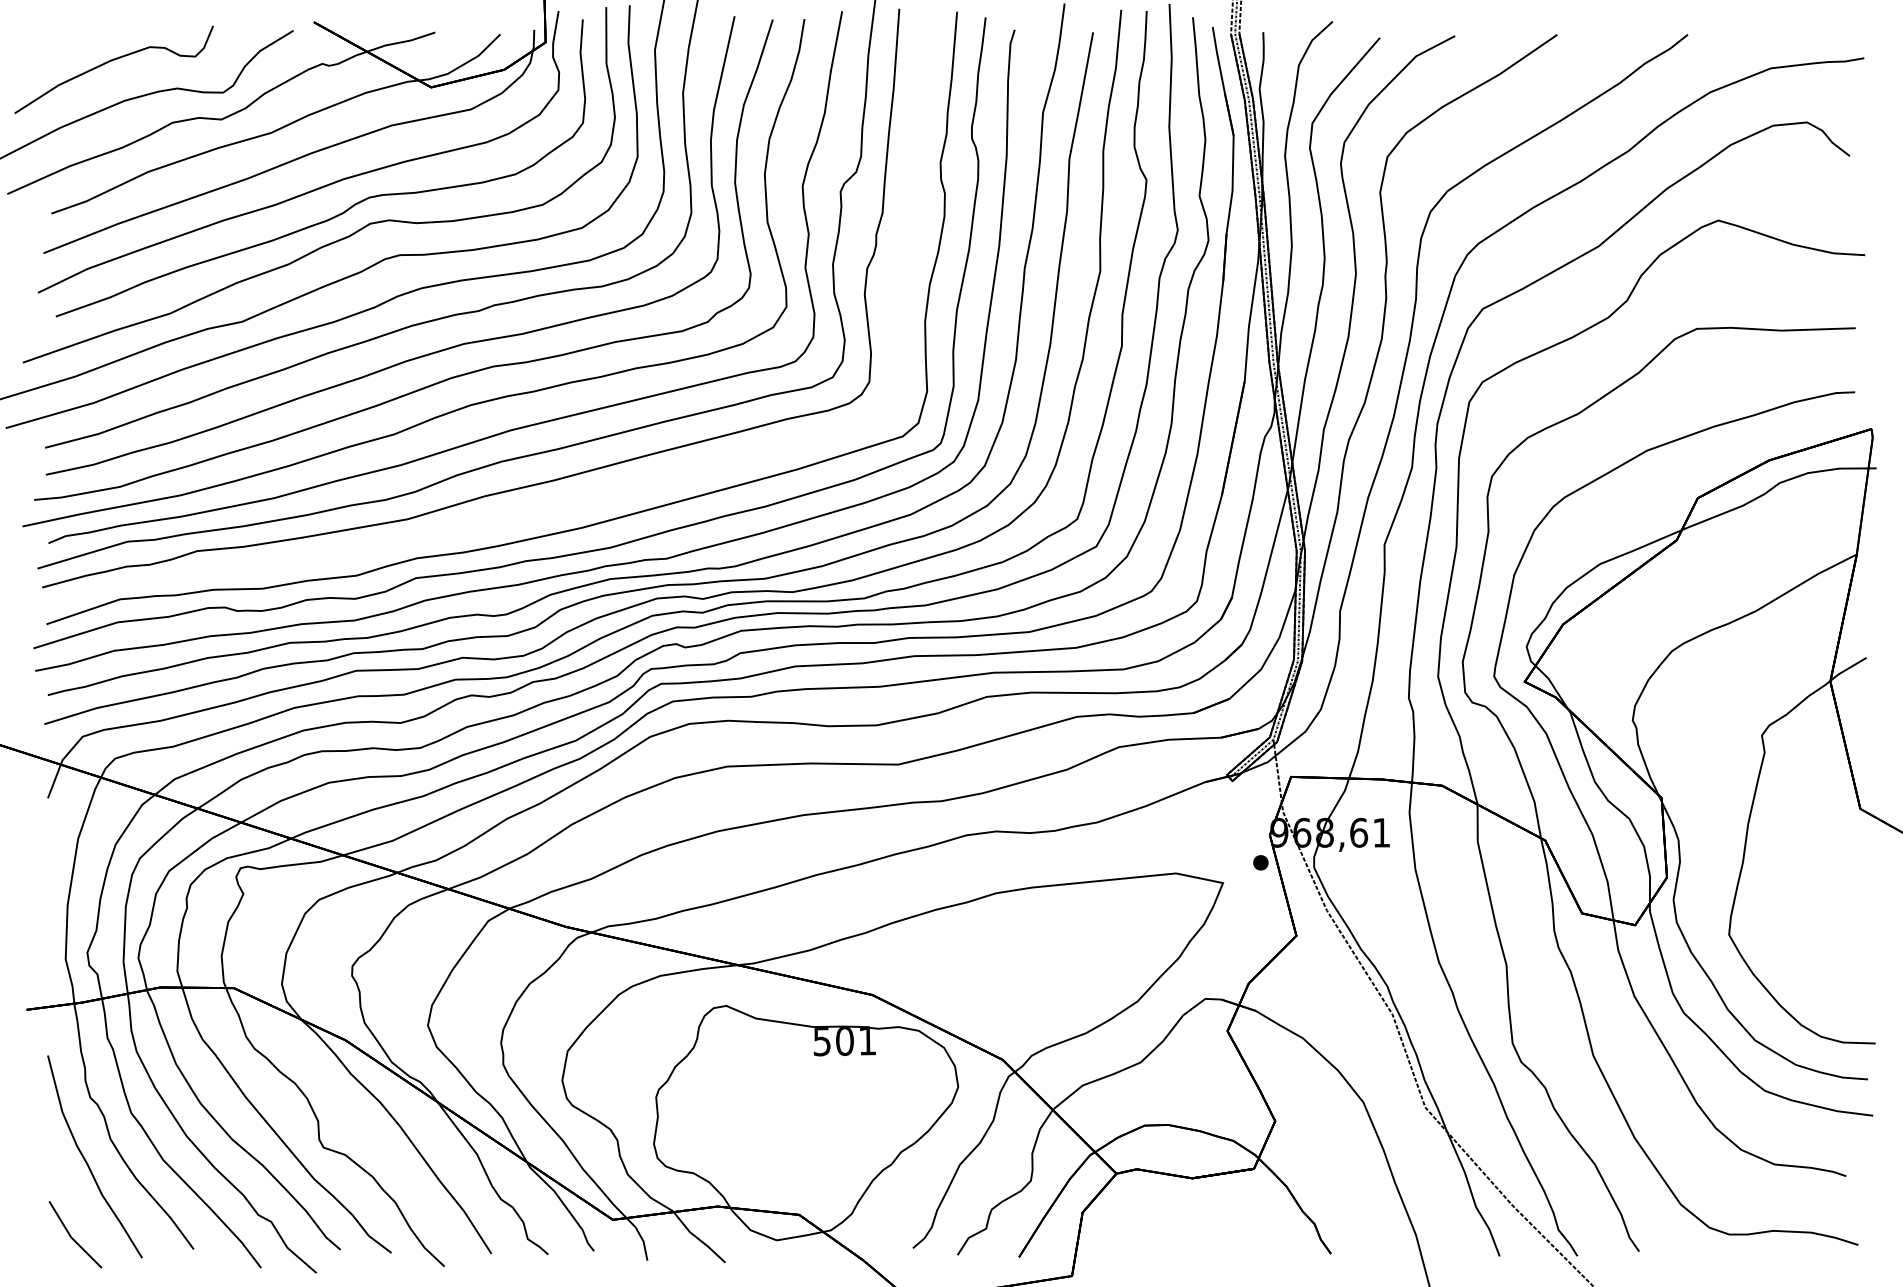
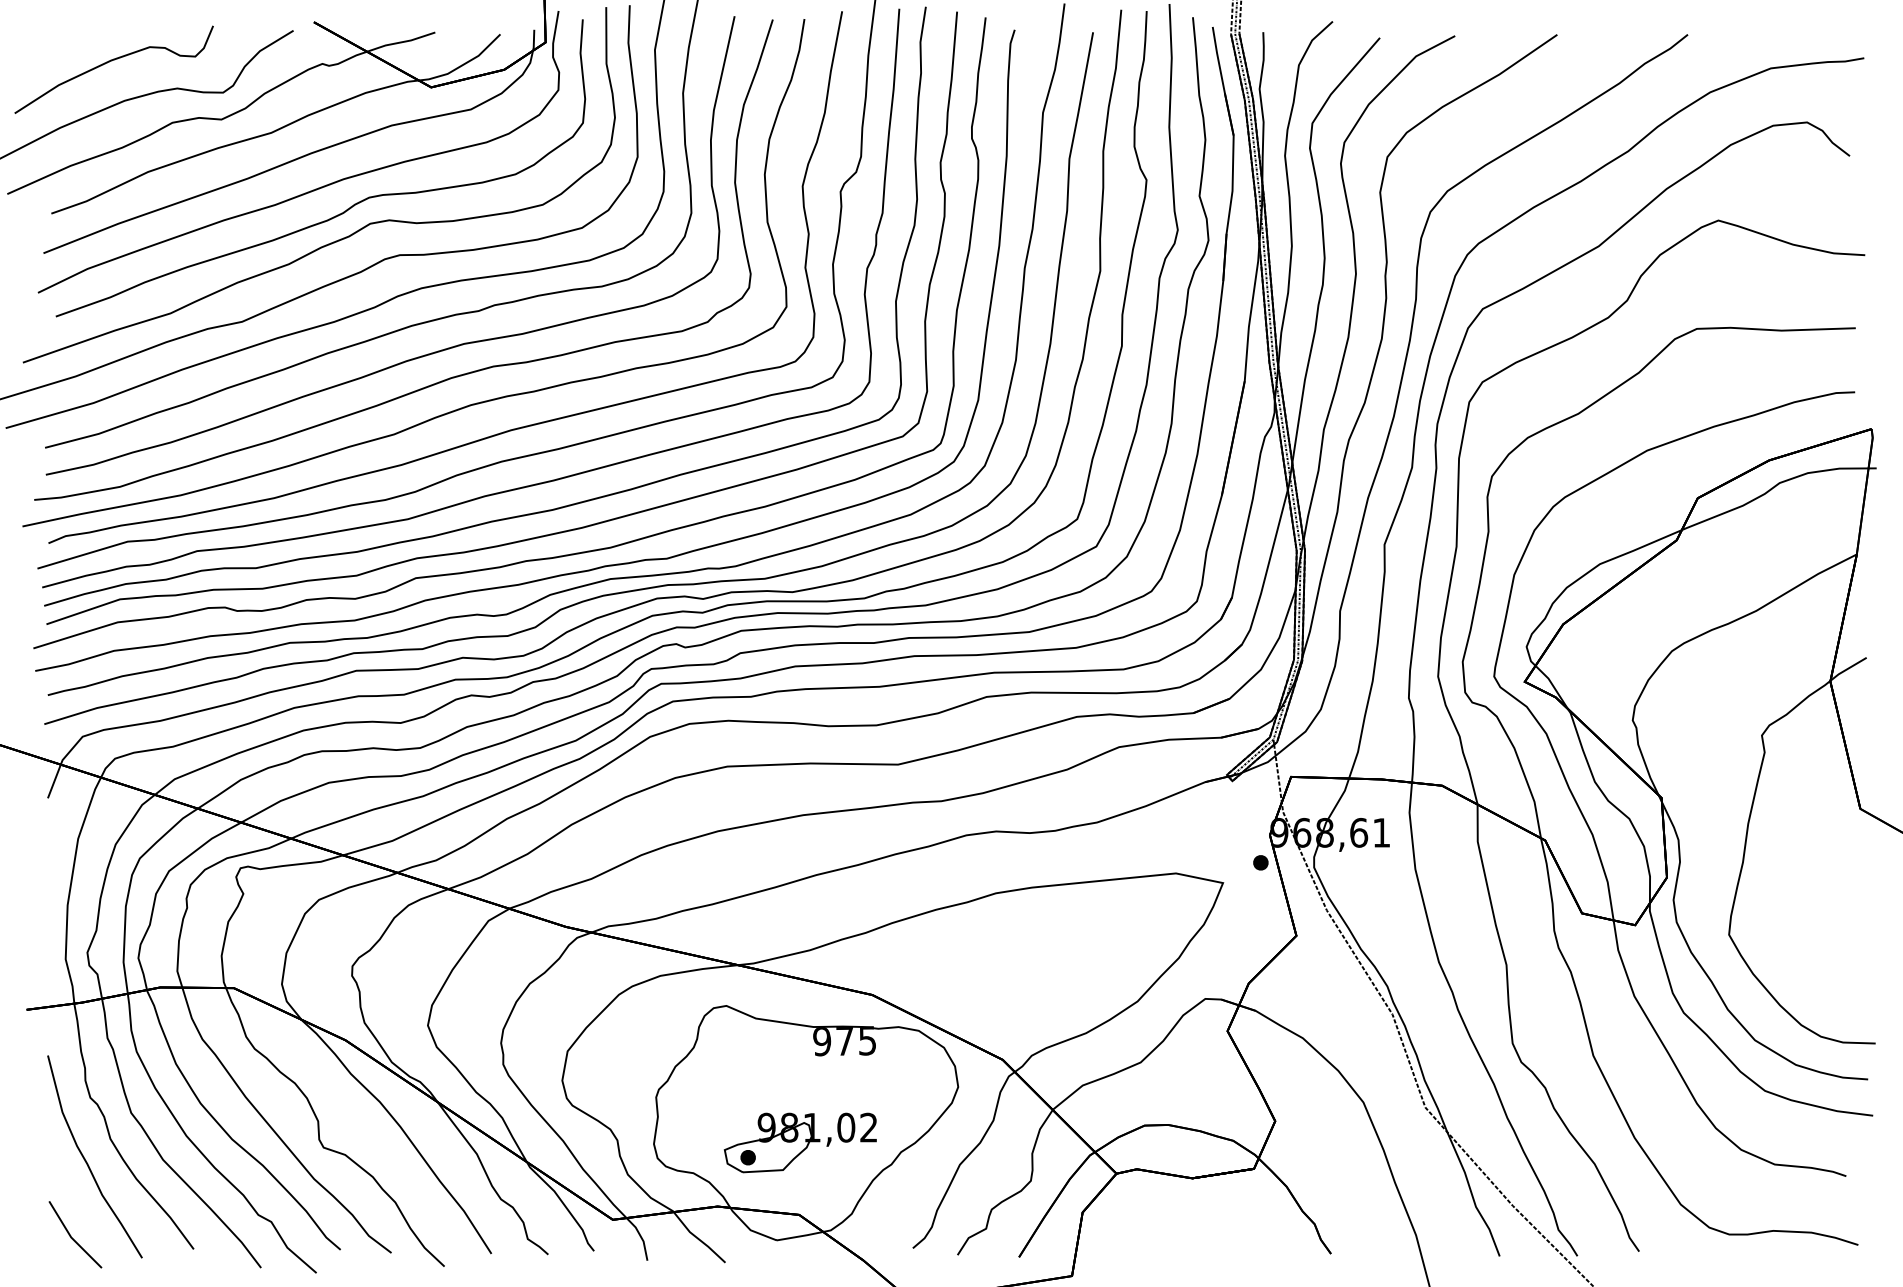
part at (527, 513): none -> present
text at (844, 1041): 501 -> 975
part at (799, 1142): none -> present
